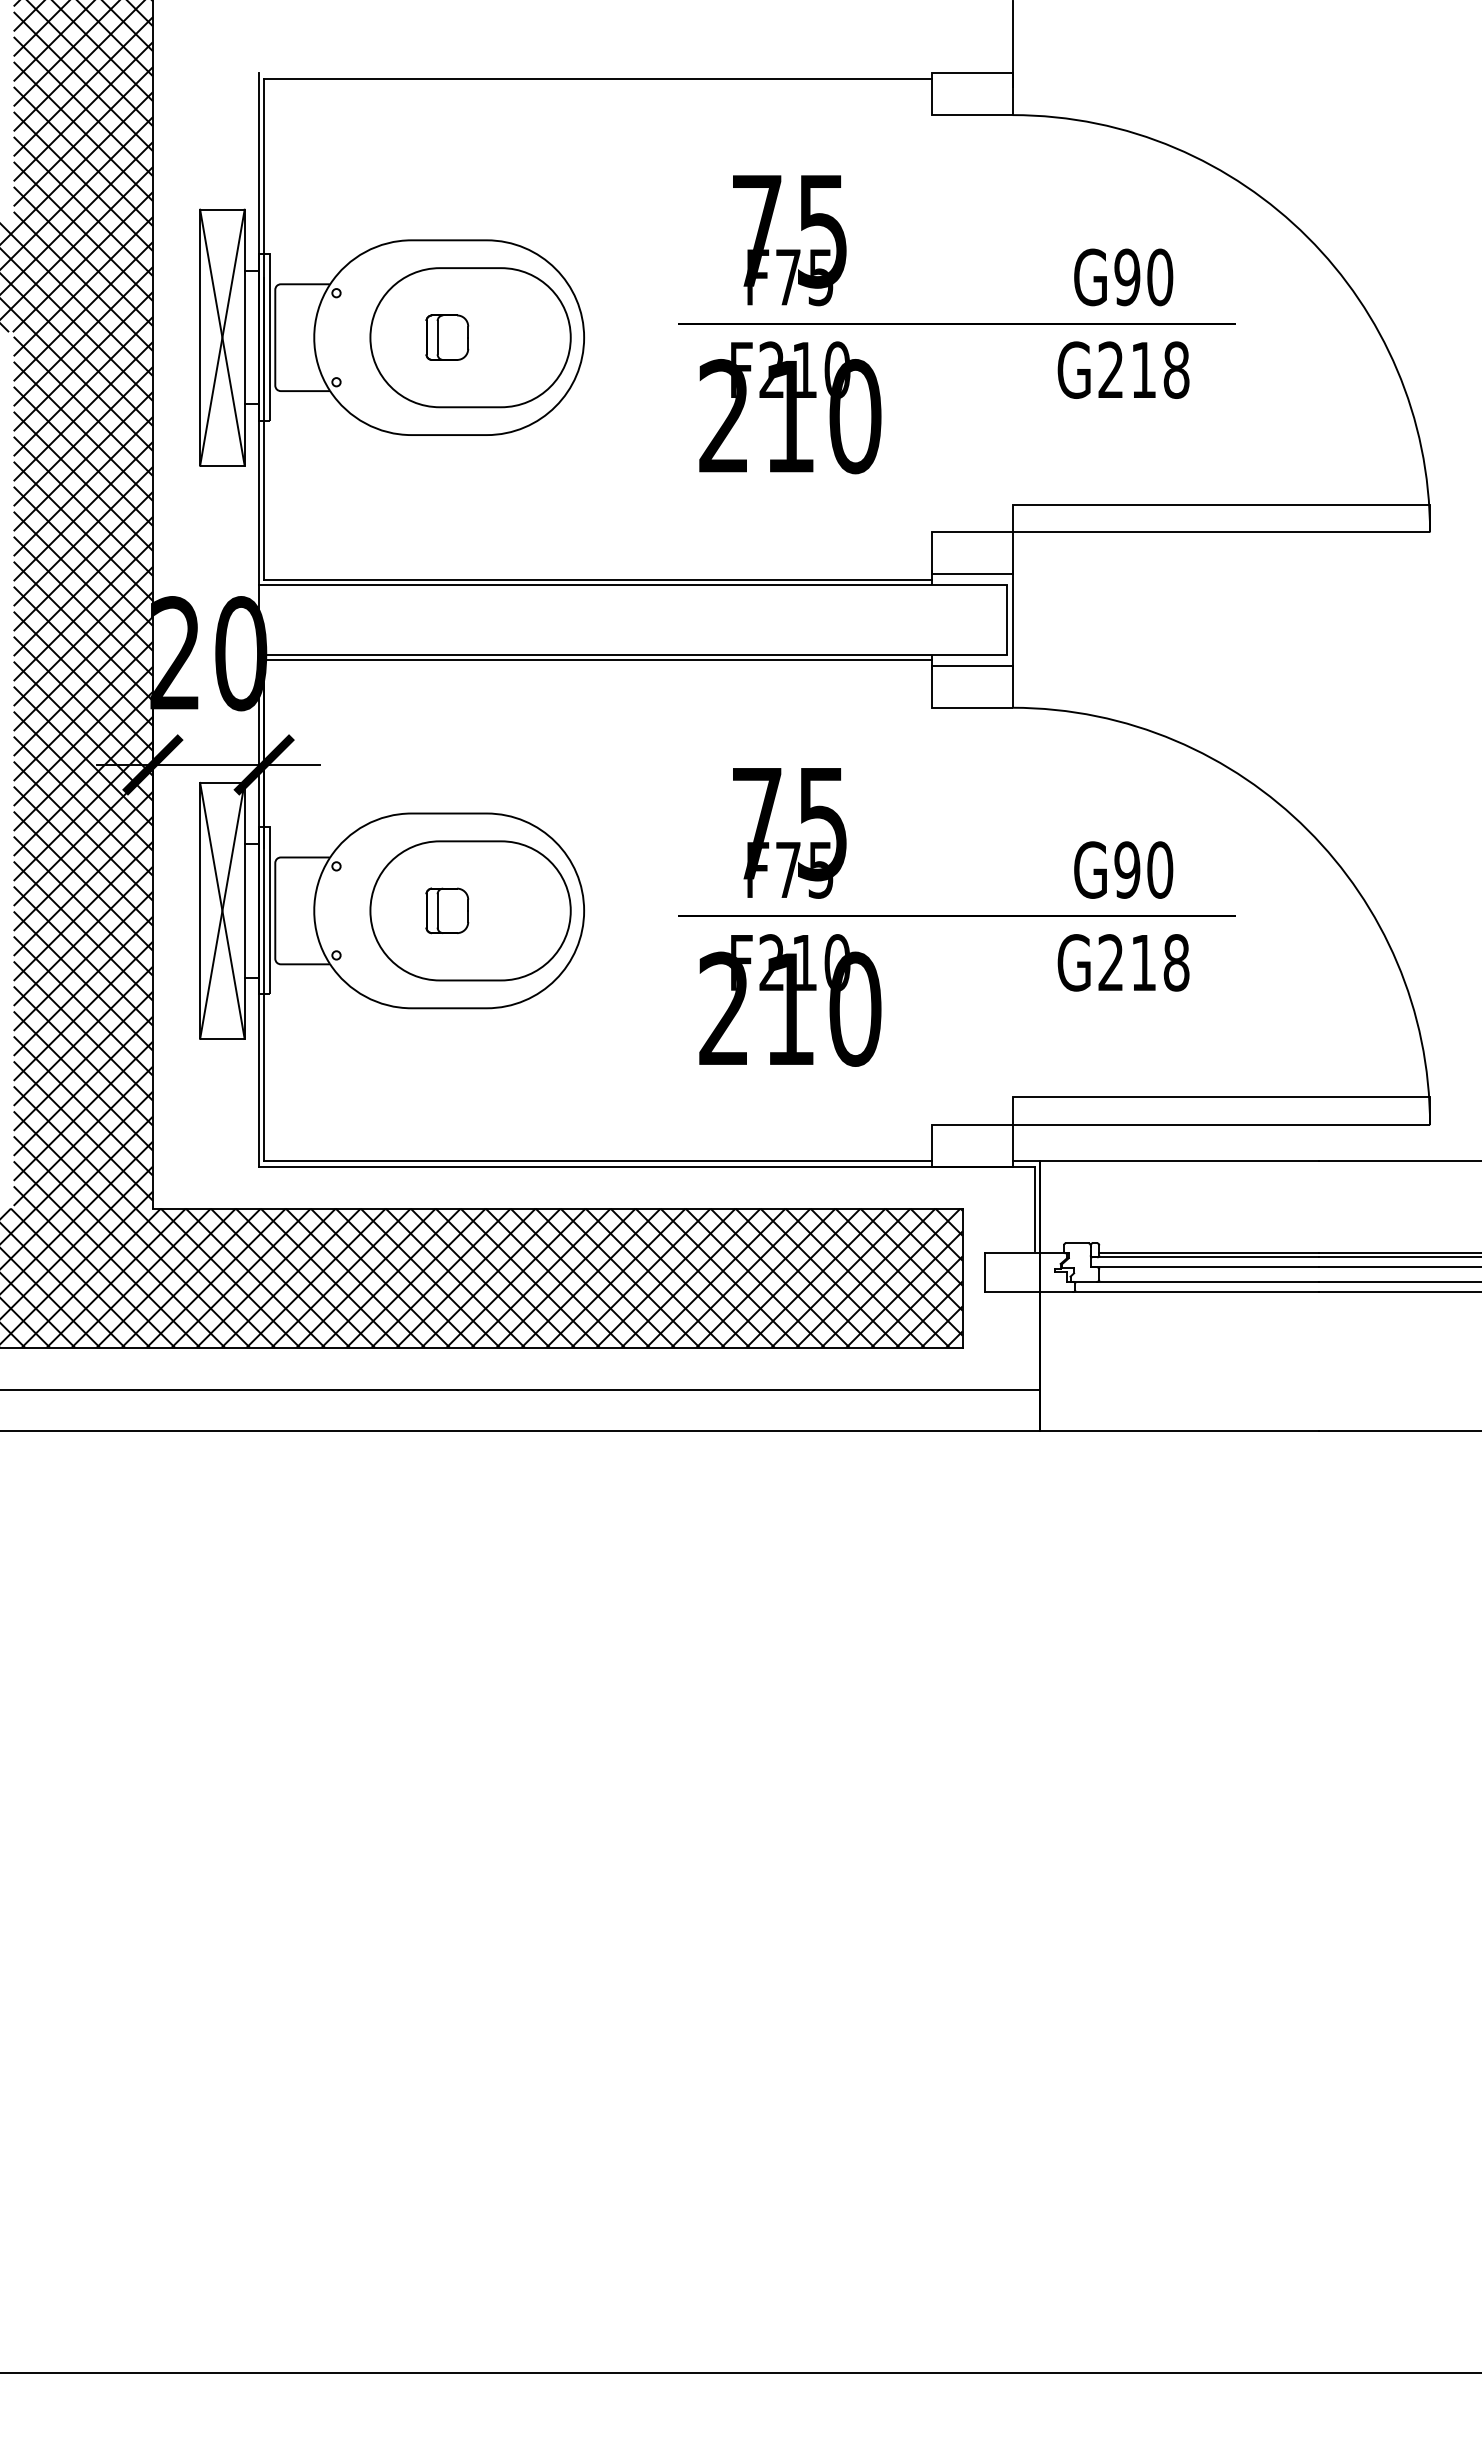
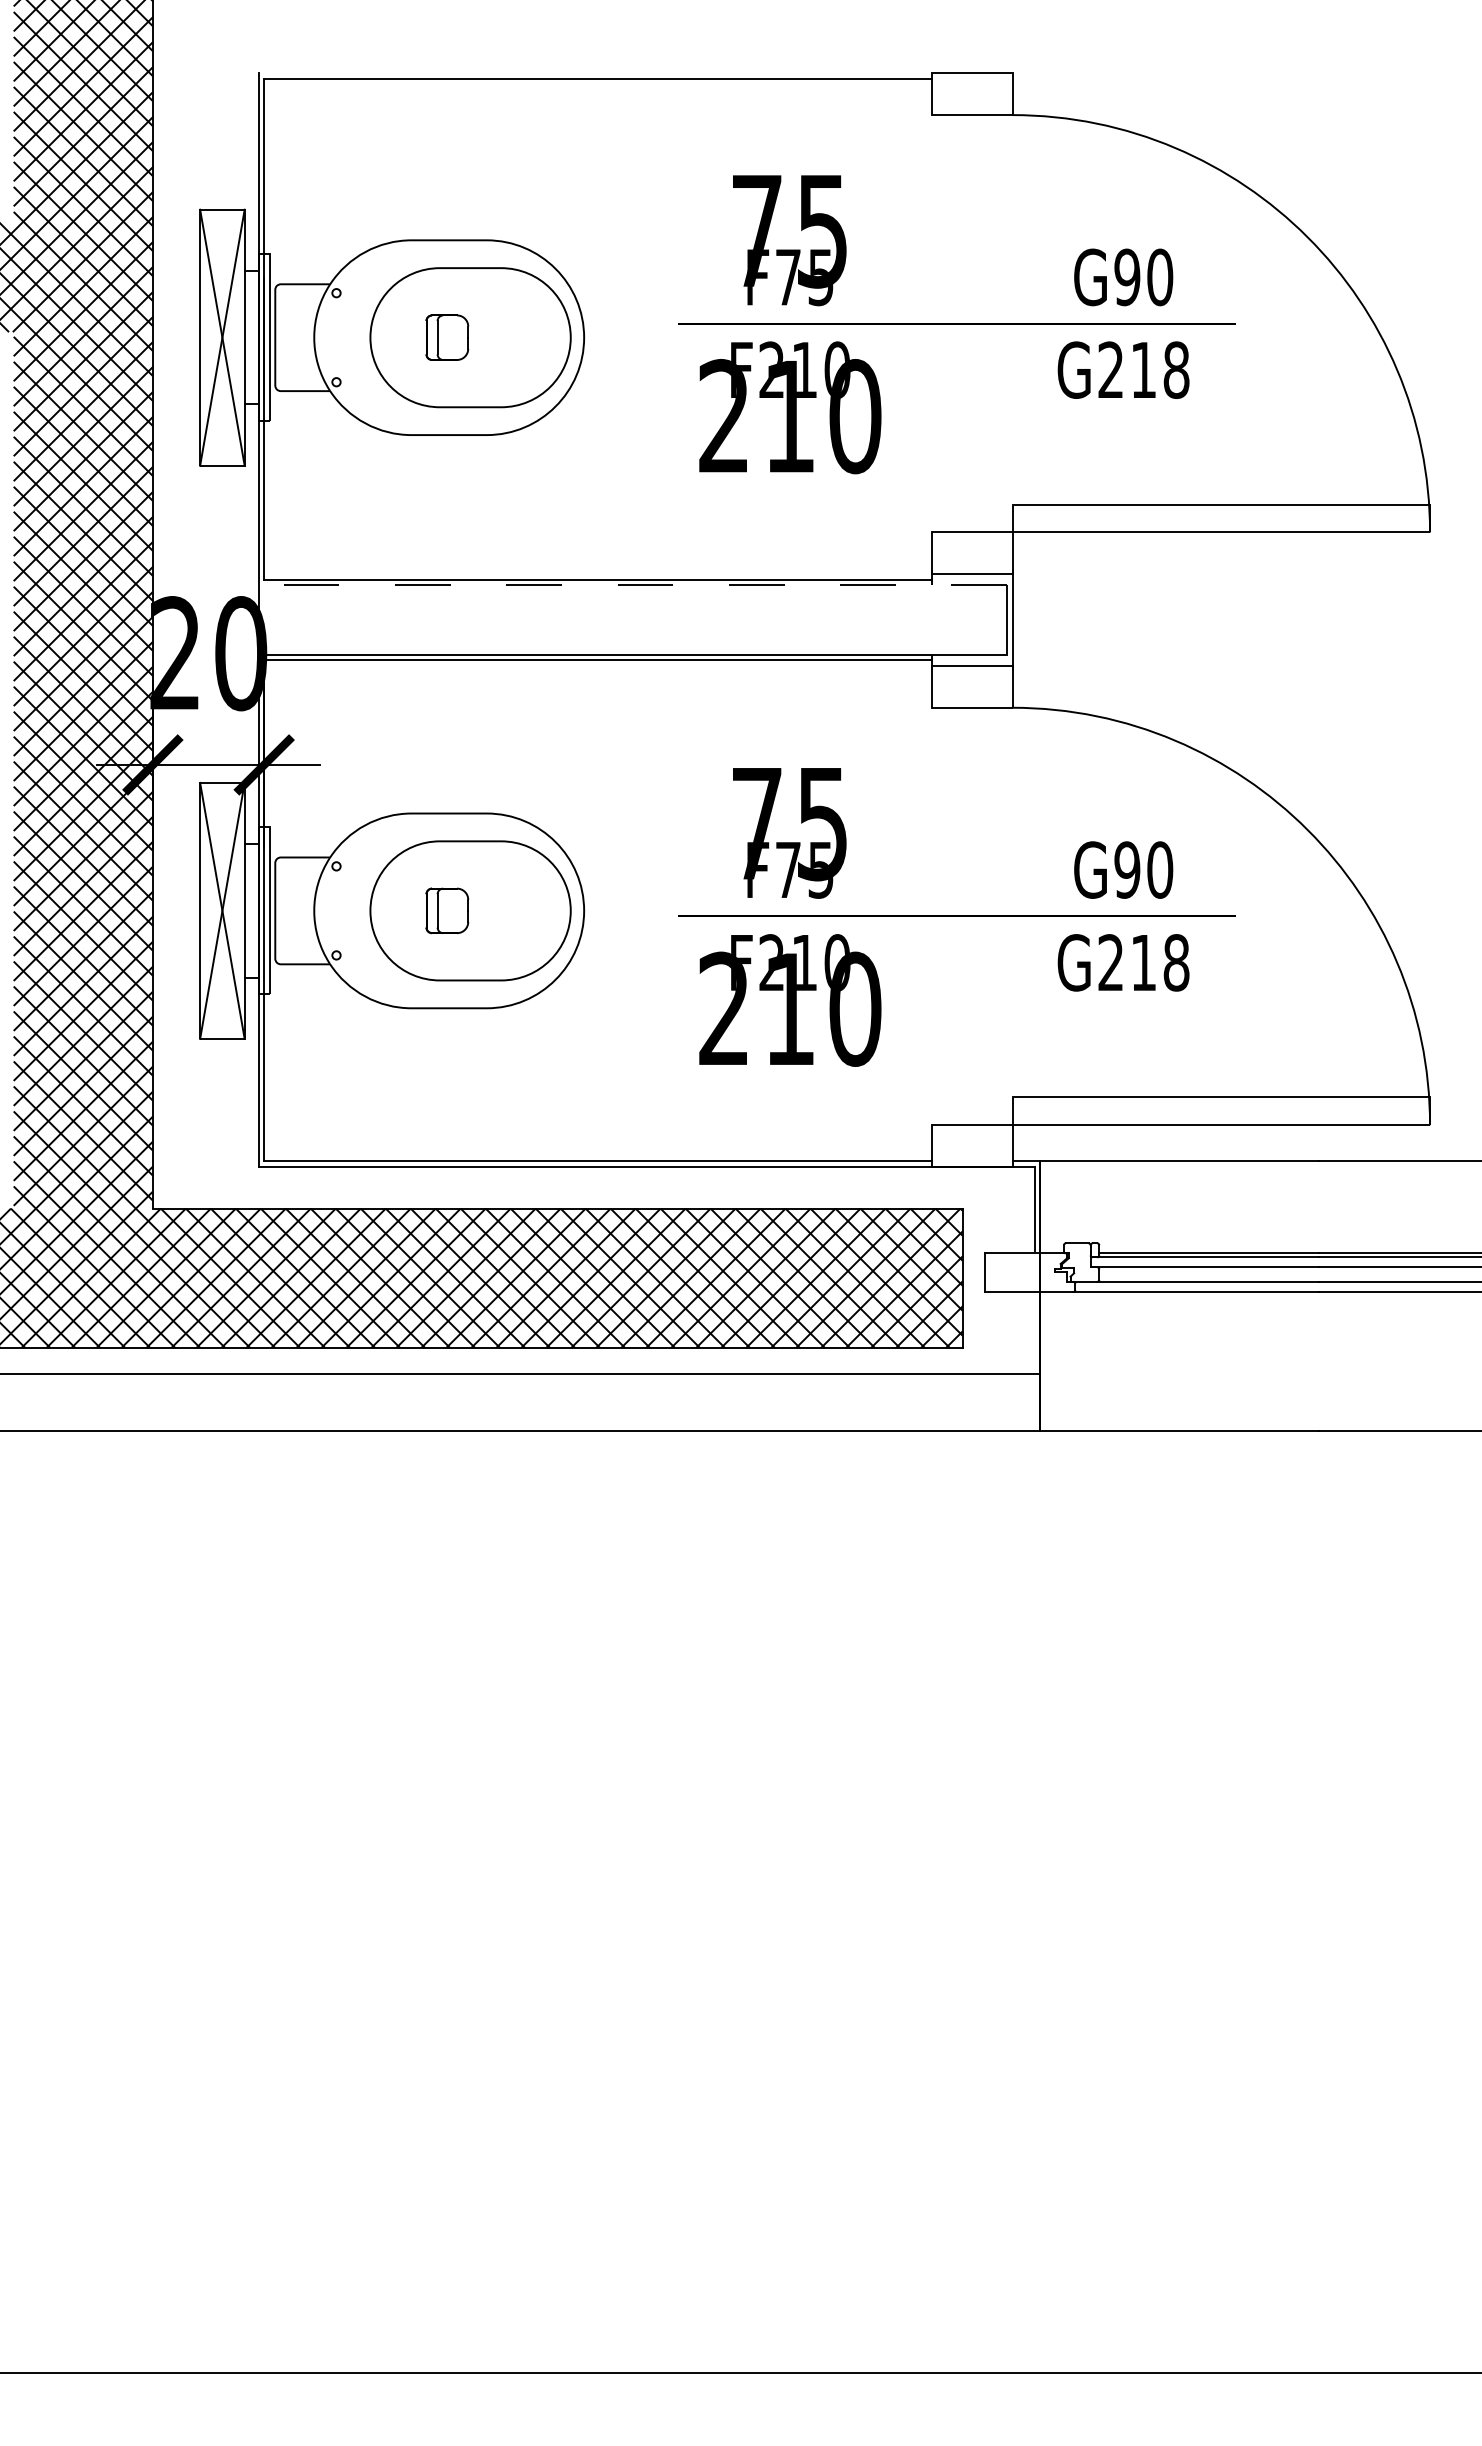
line at (1012, 44): present -> none
line at (632, 585): solid -> dashed
line at (521, 1389) position: (521, 1389) -> (521, 1373)
